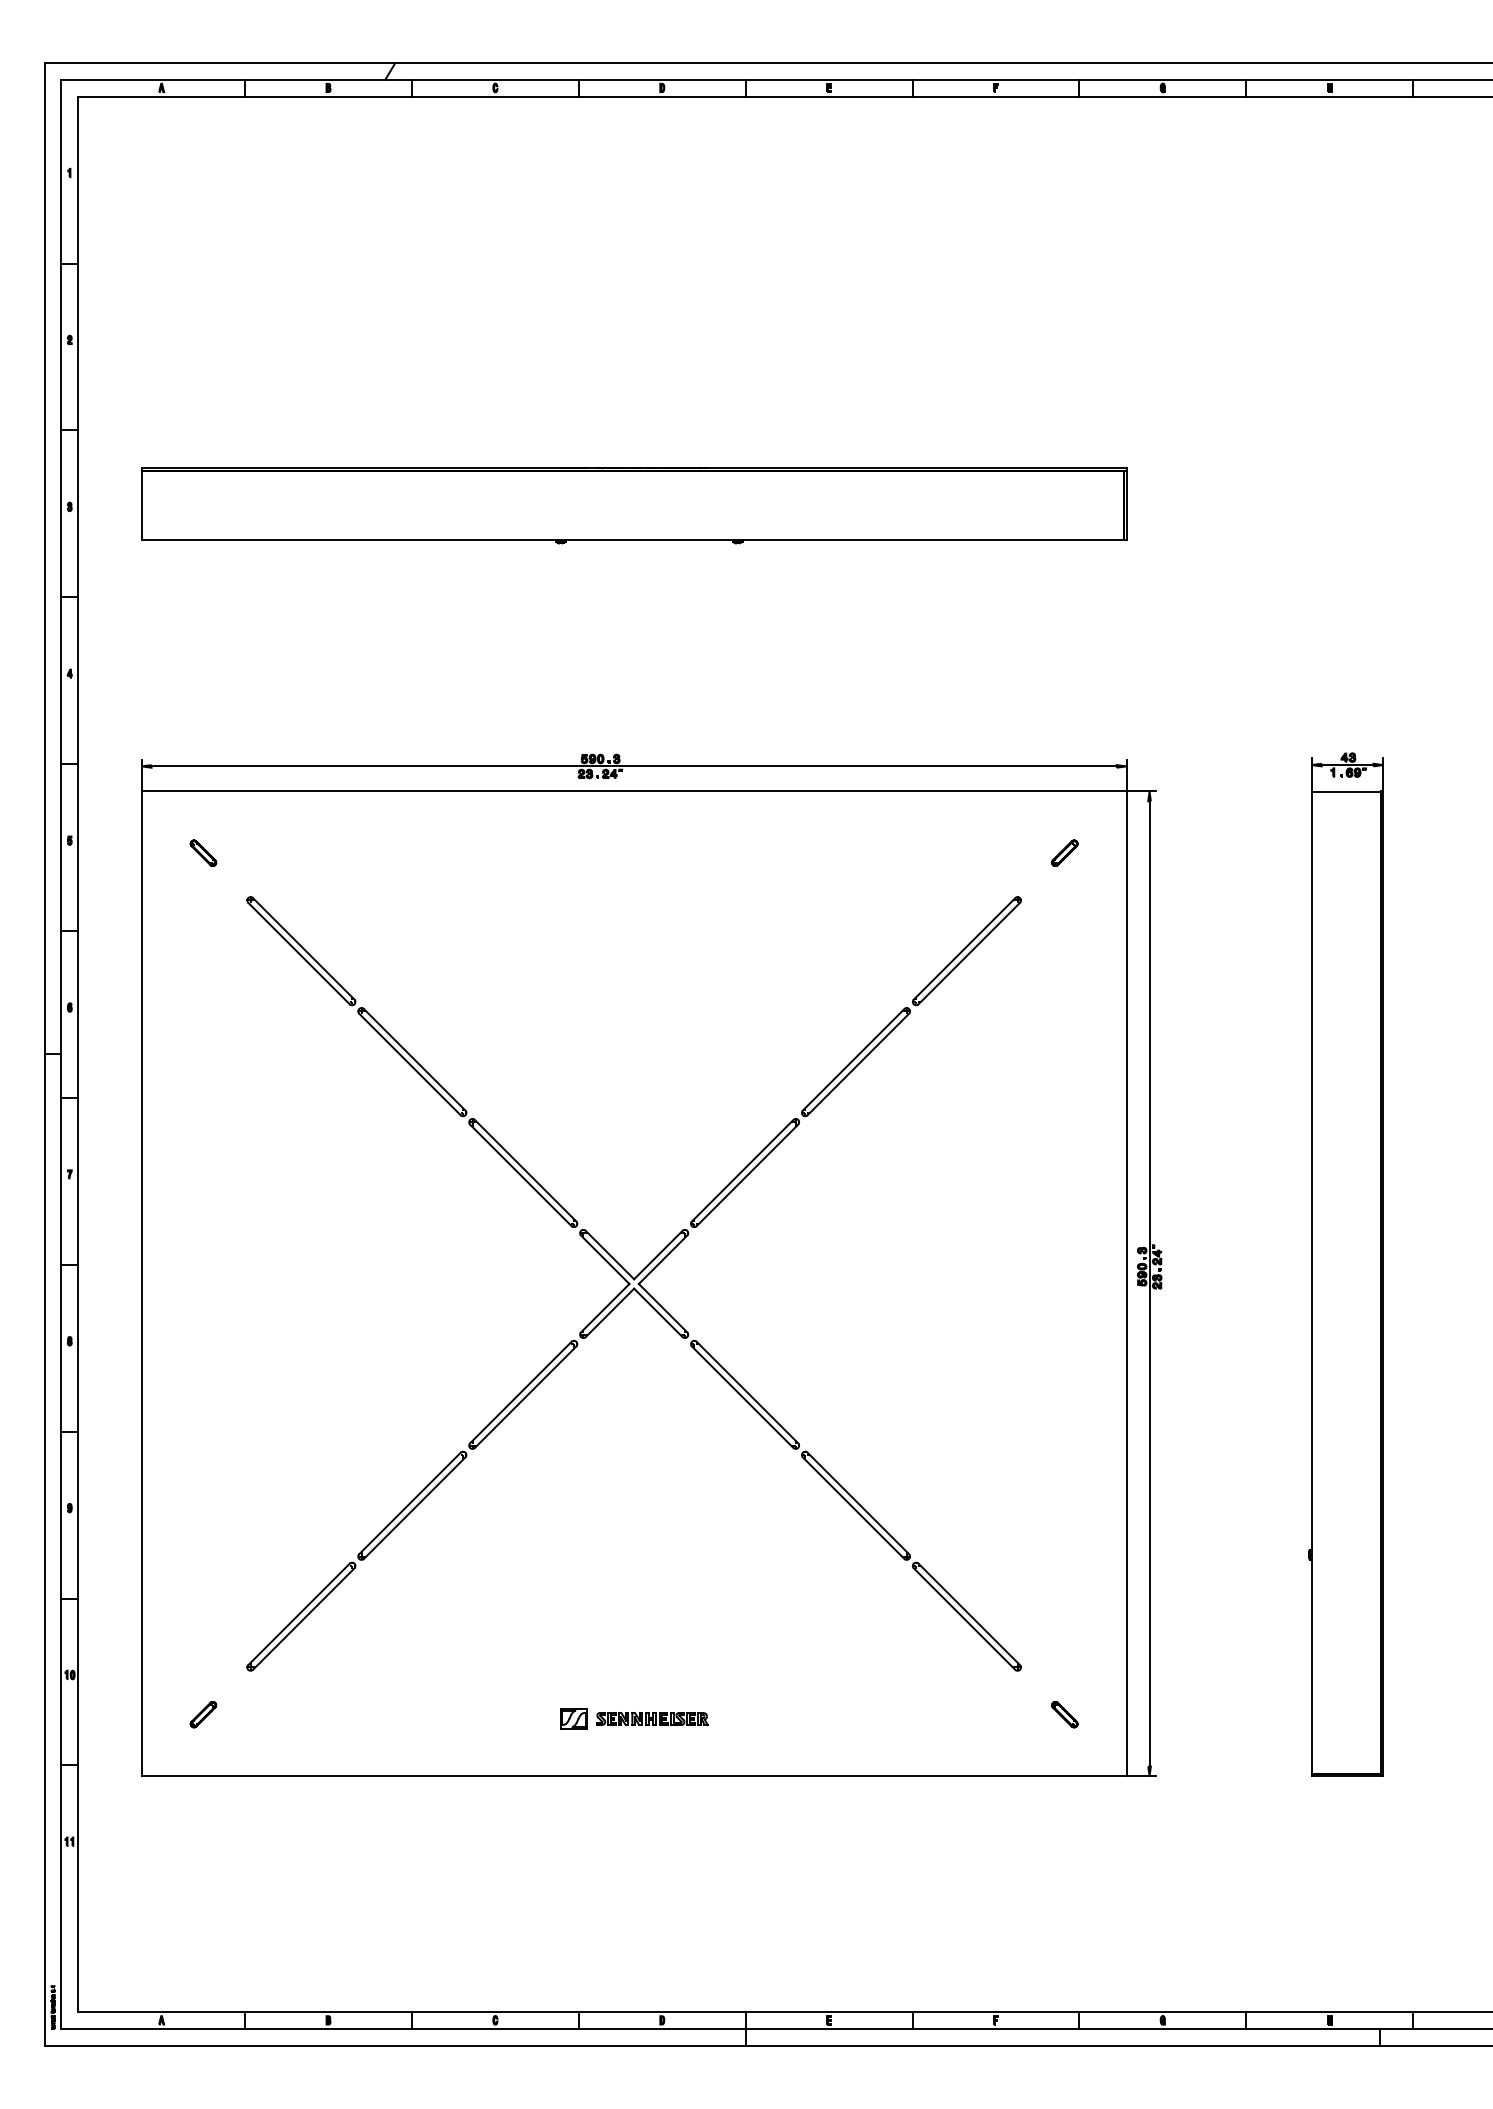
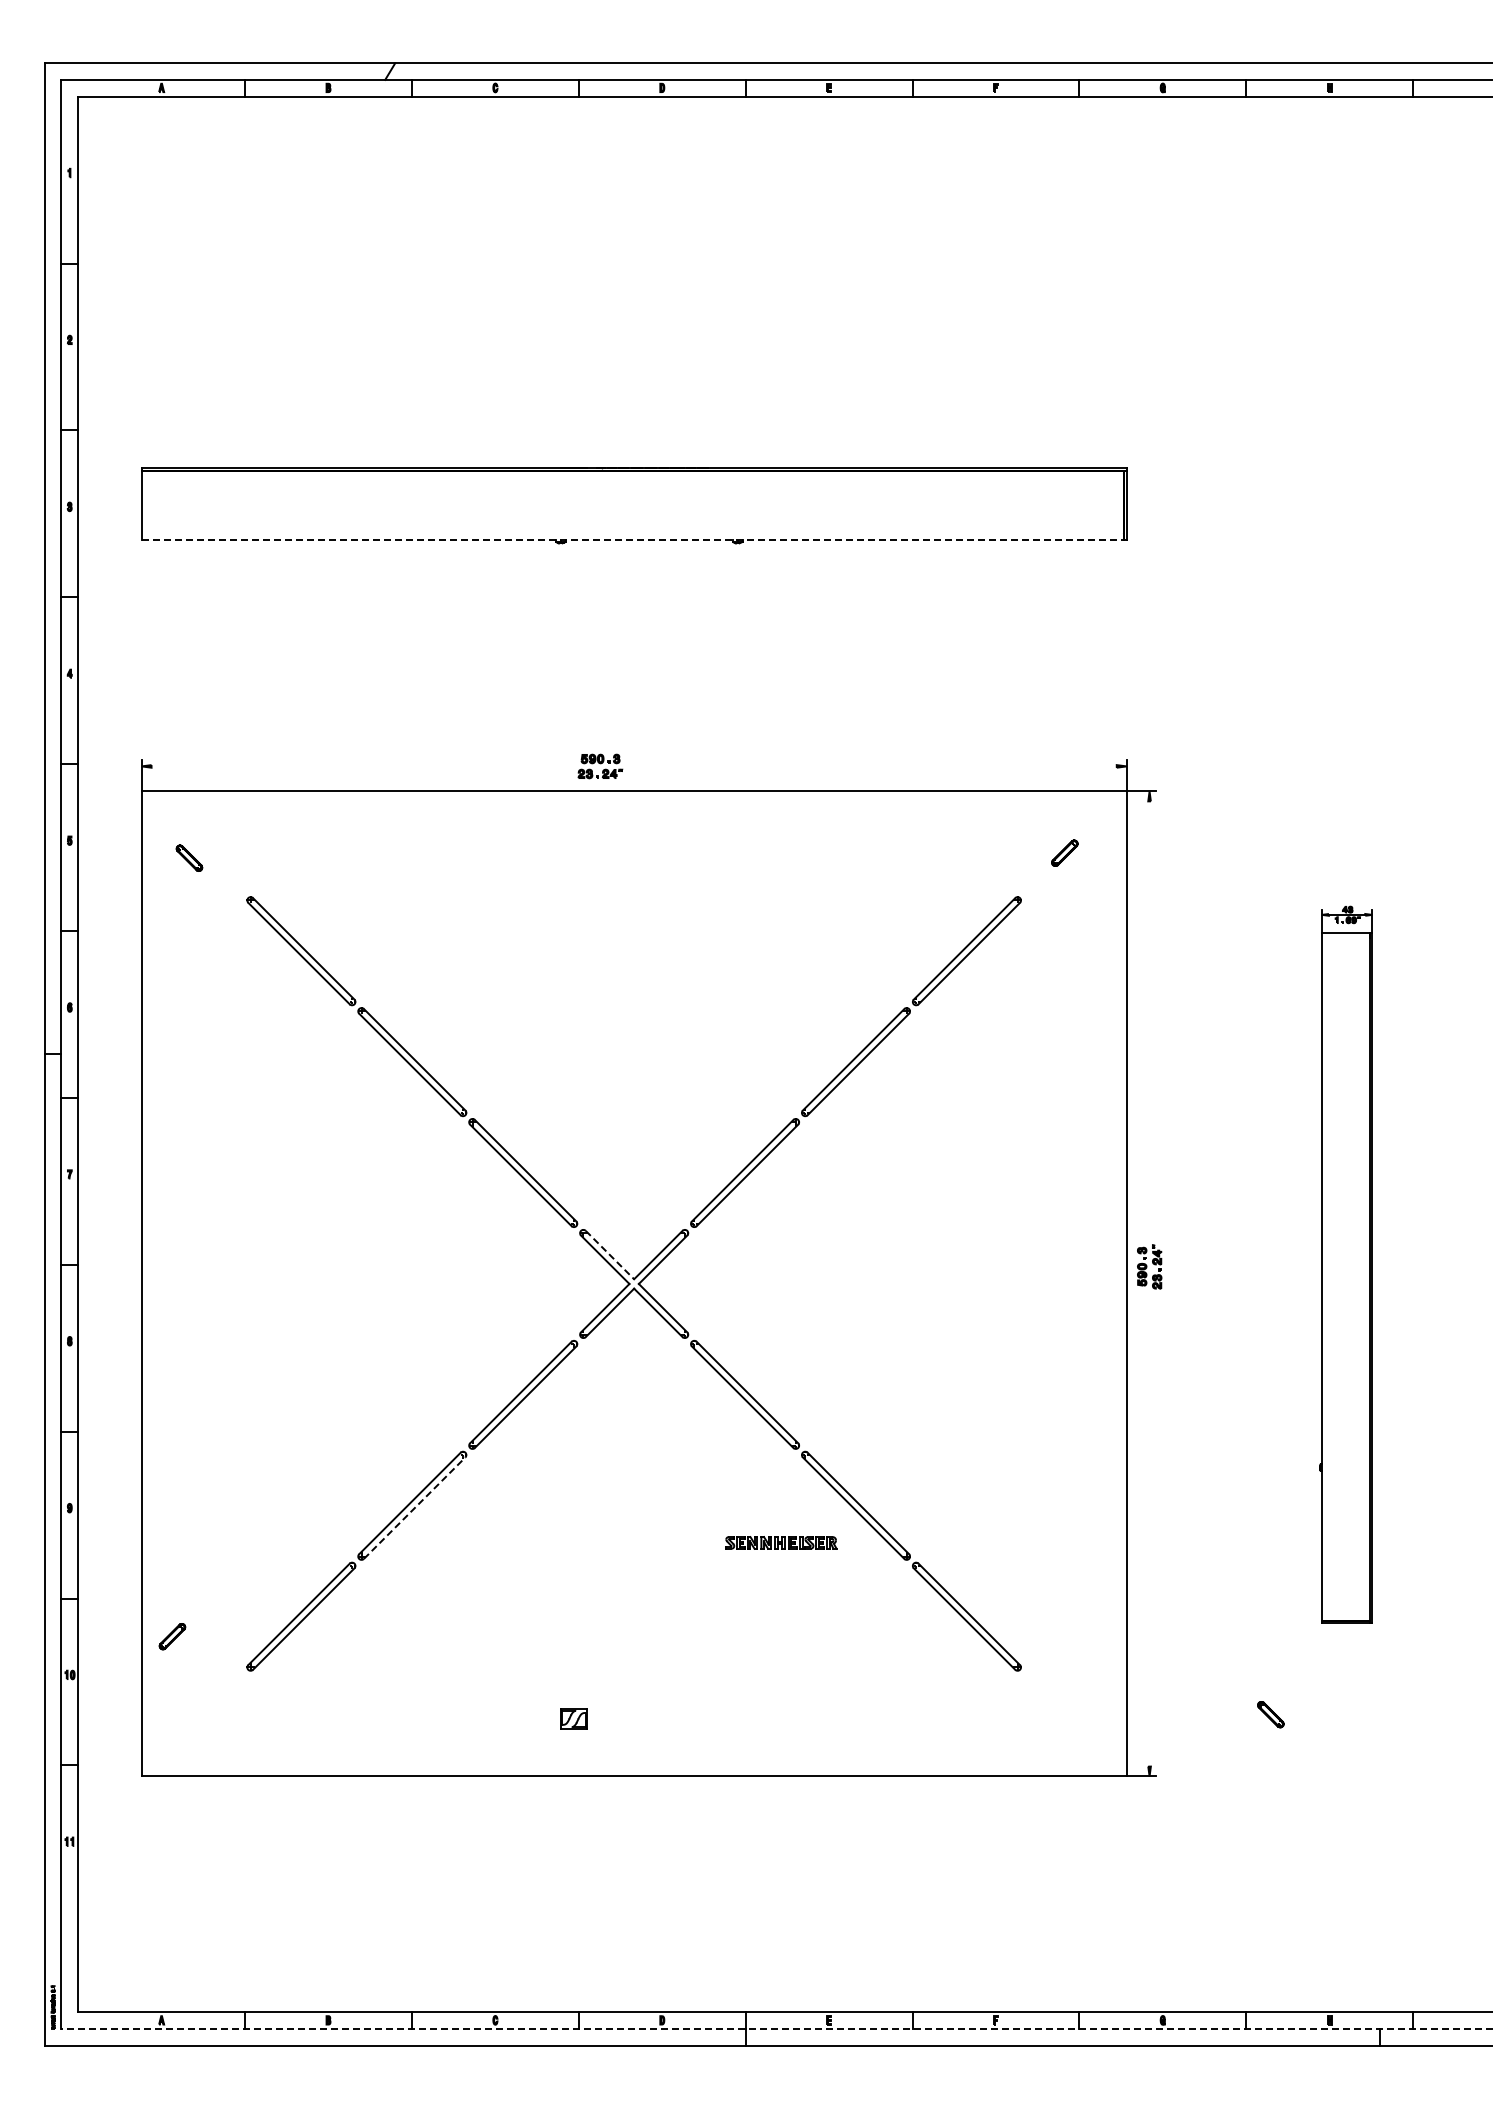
line at (633, 540): solid -> dashed
line at (633, 766): present -> none
part at (203, 852) position: (203, 852) -> (189, 857)
line at (610, 1255): solid -> dashed
part at (1345, 1264) size: 76x1025 px -> 54x719 px
line at (1149, 1283): present -> none
line at (414, 1508): solid -> dashed
part at (203, 1714) position: (203, 1714) -> (172, 1636)
part at (1064, 1714) position: (1064, 1714) -> (1270, 1714)
part at (652, 1718) position: (652, 1718) -> (781, 1542)
line at (776, 2029): solid -> dashed
